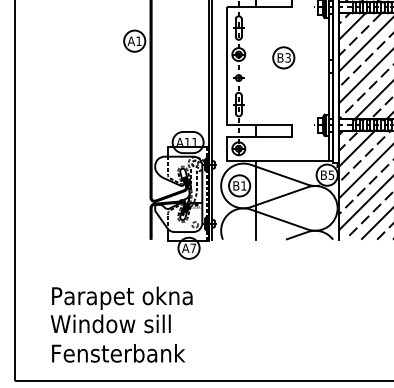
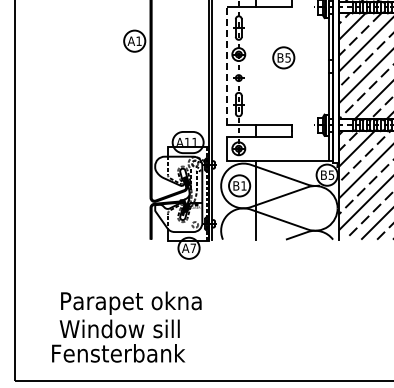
text at (287, 57): B3 -> B5
line at (227, 66): solid -> dashed
text at (121, 309) position: (121, 309) -> (130, 314)
